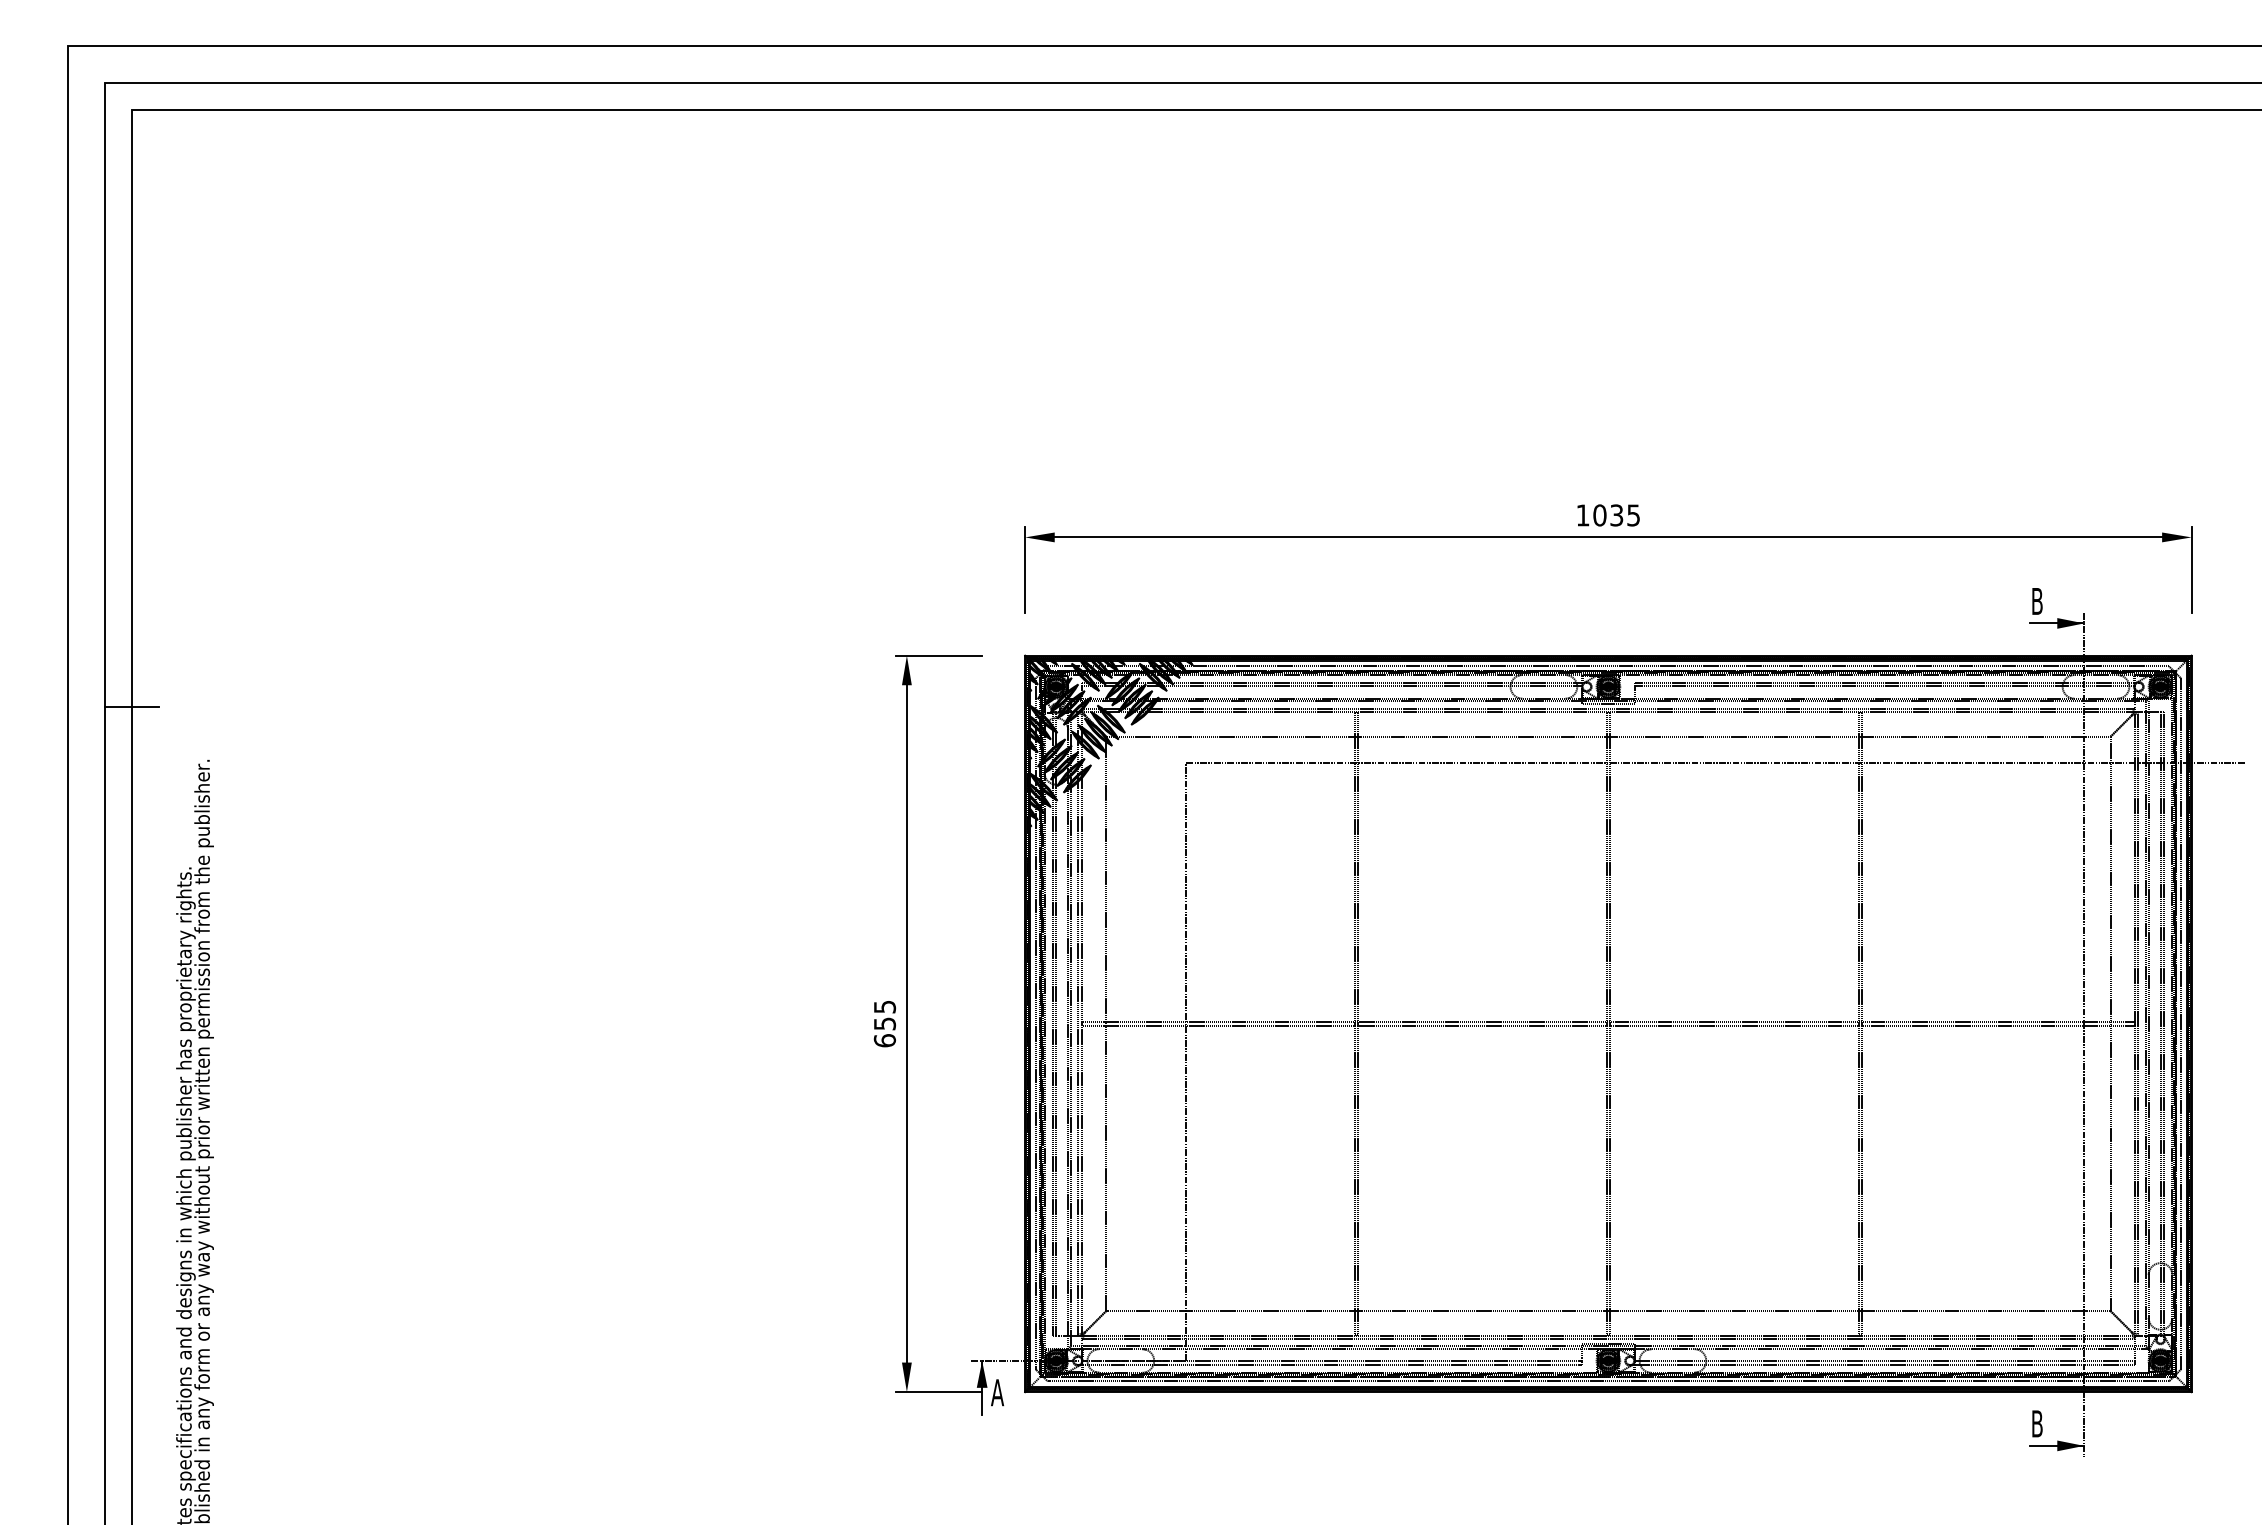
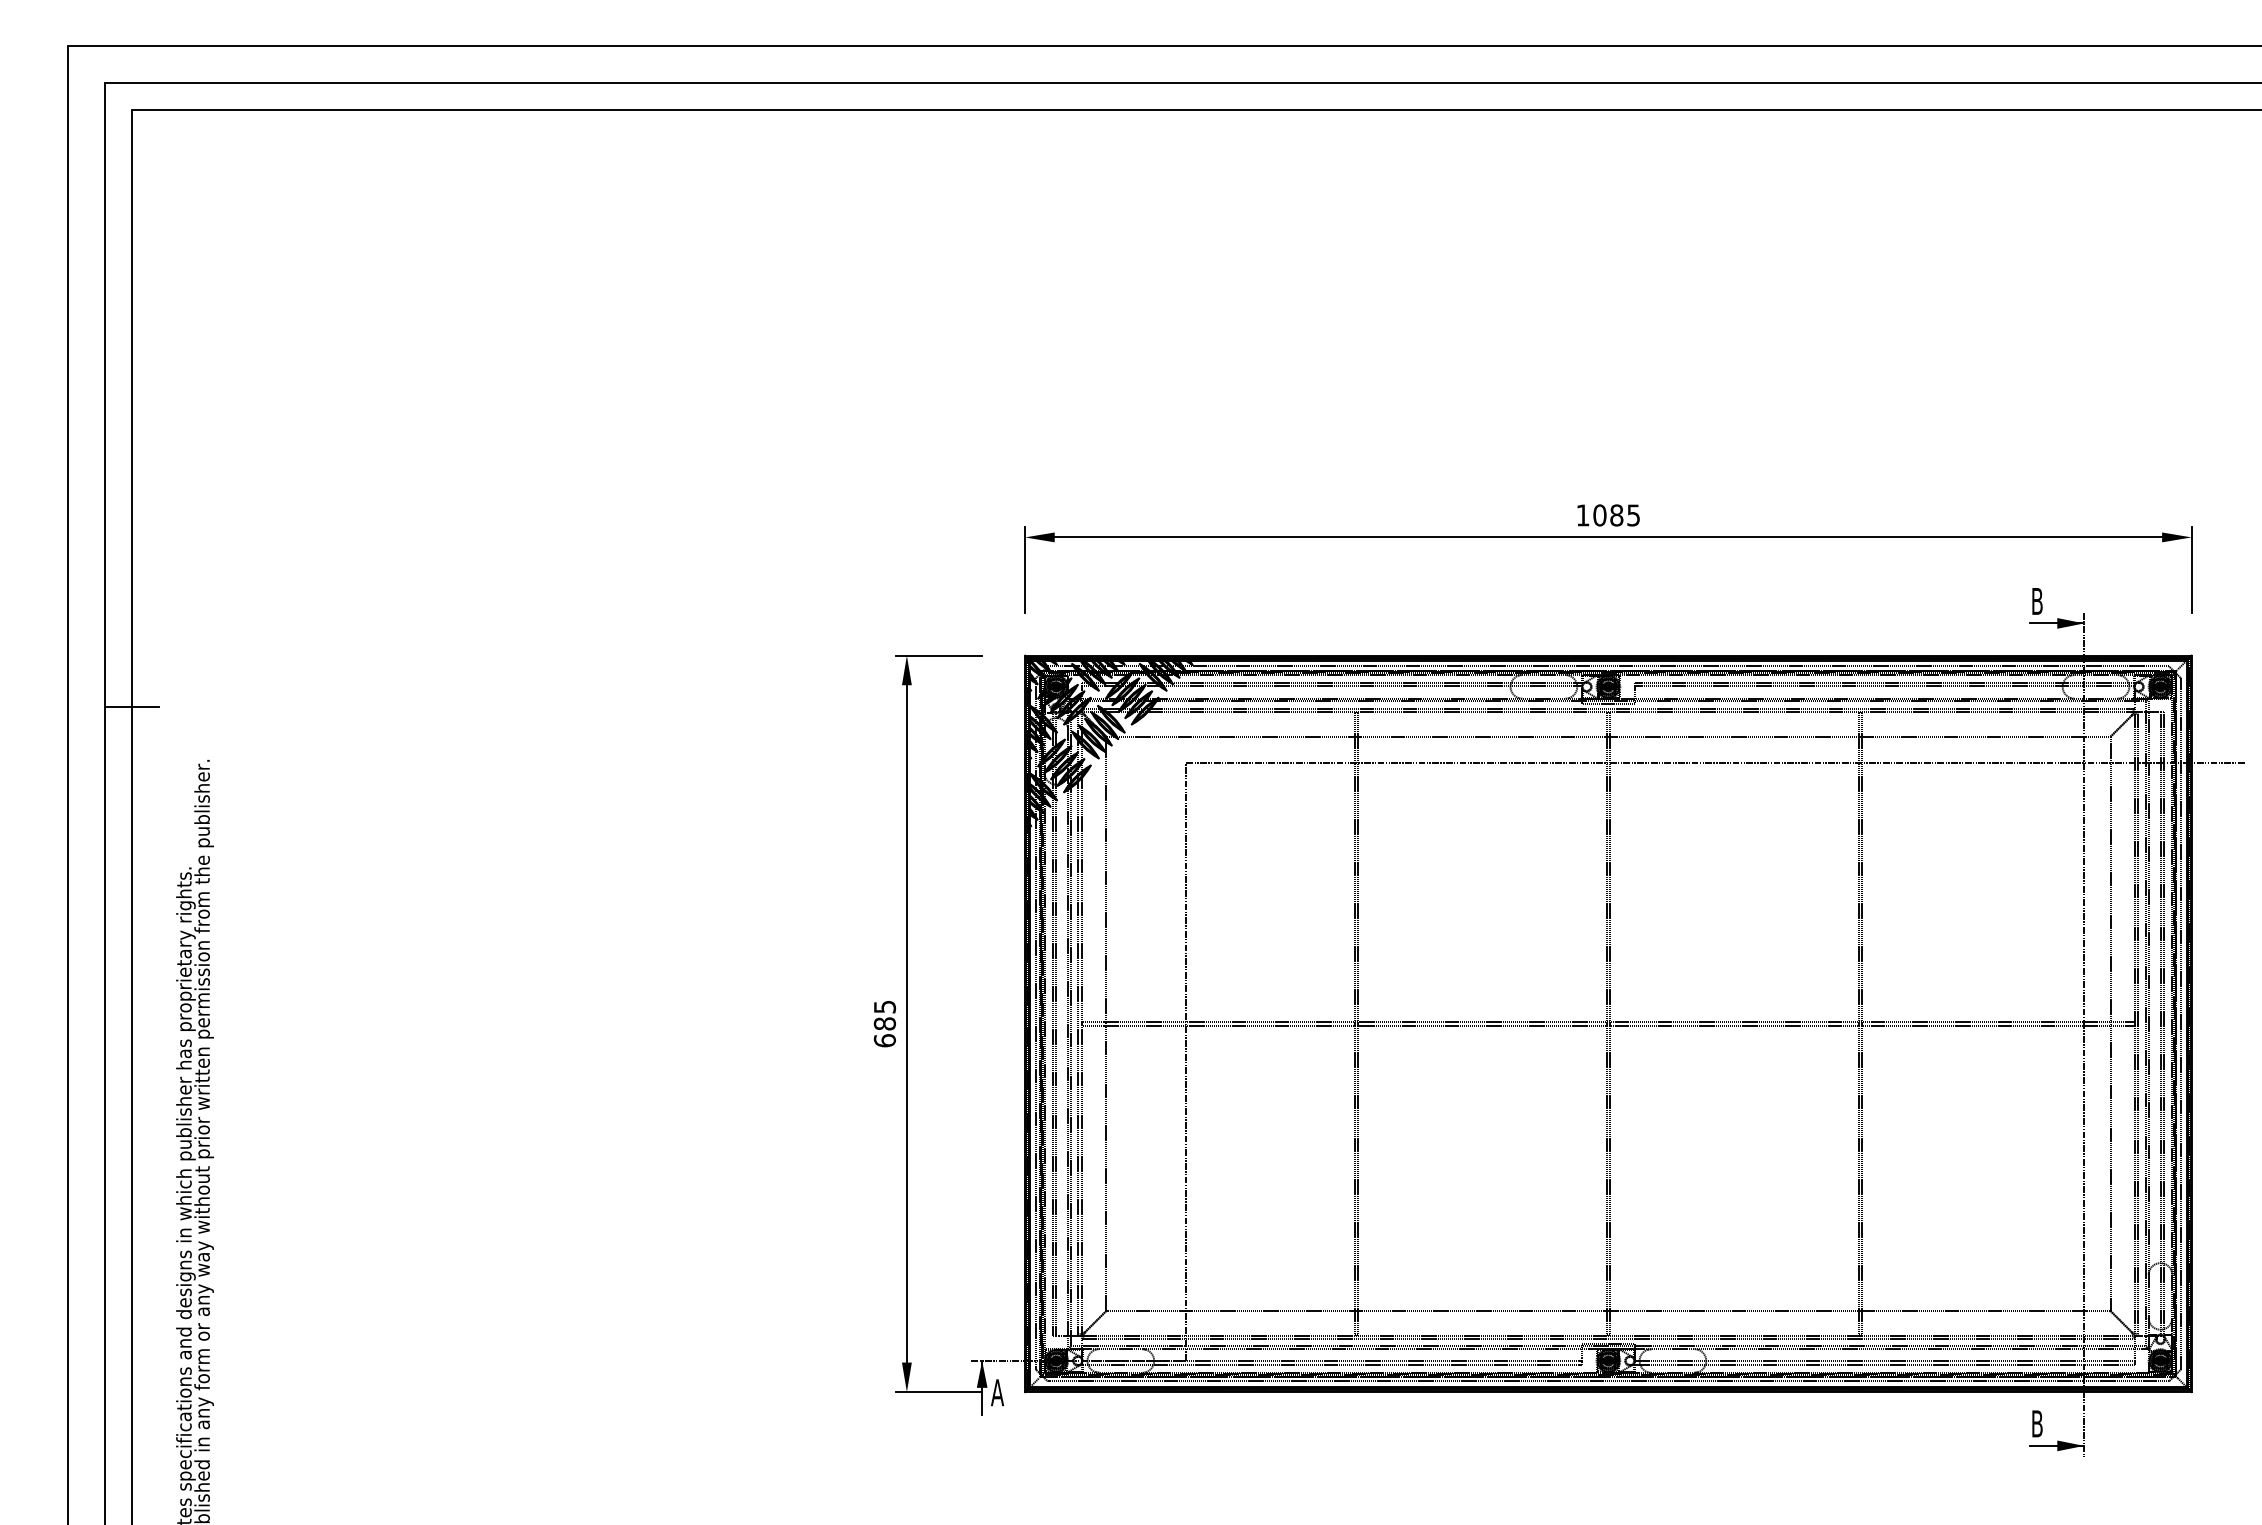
text at (1616, 515): 1035 -> 1085
text at (884, 1023): 655 -> 685
